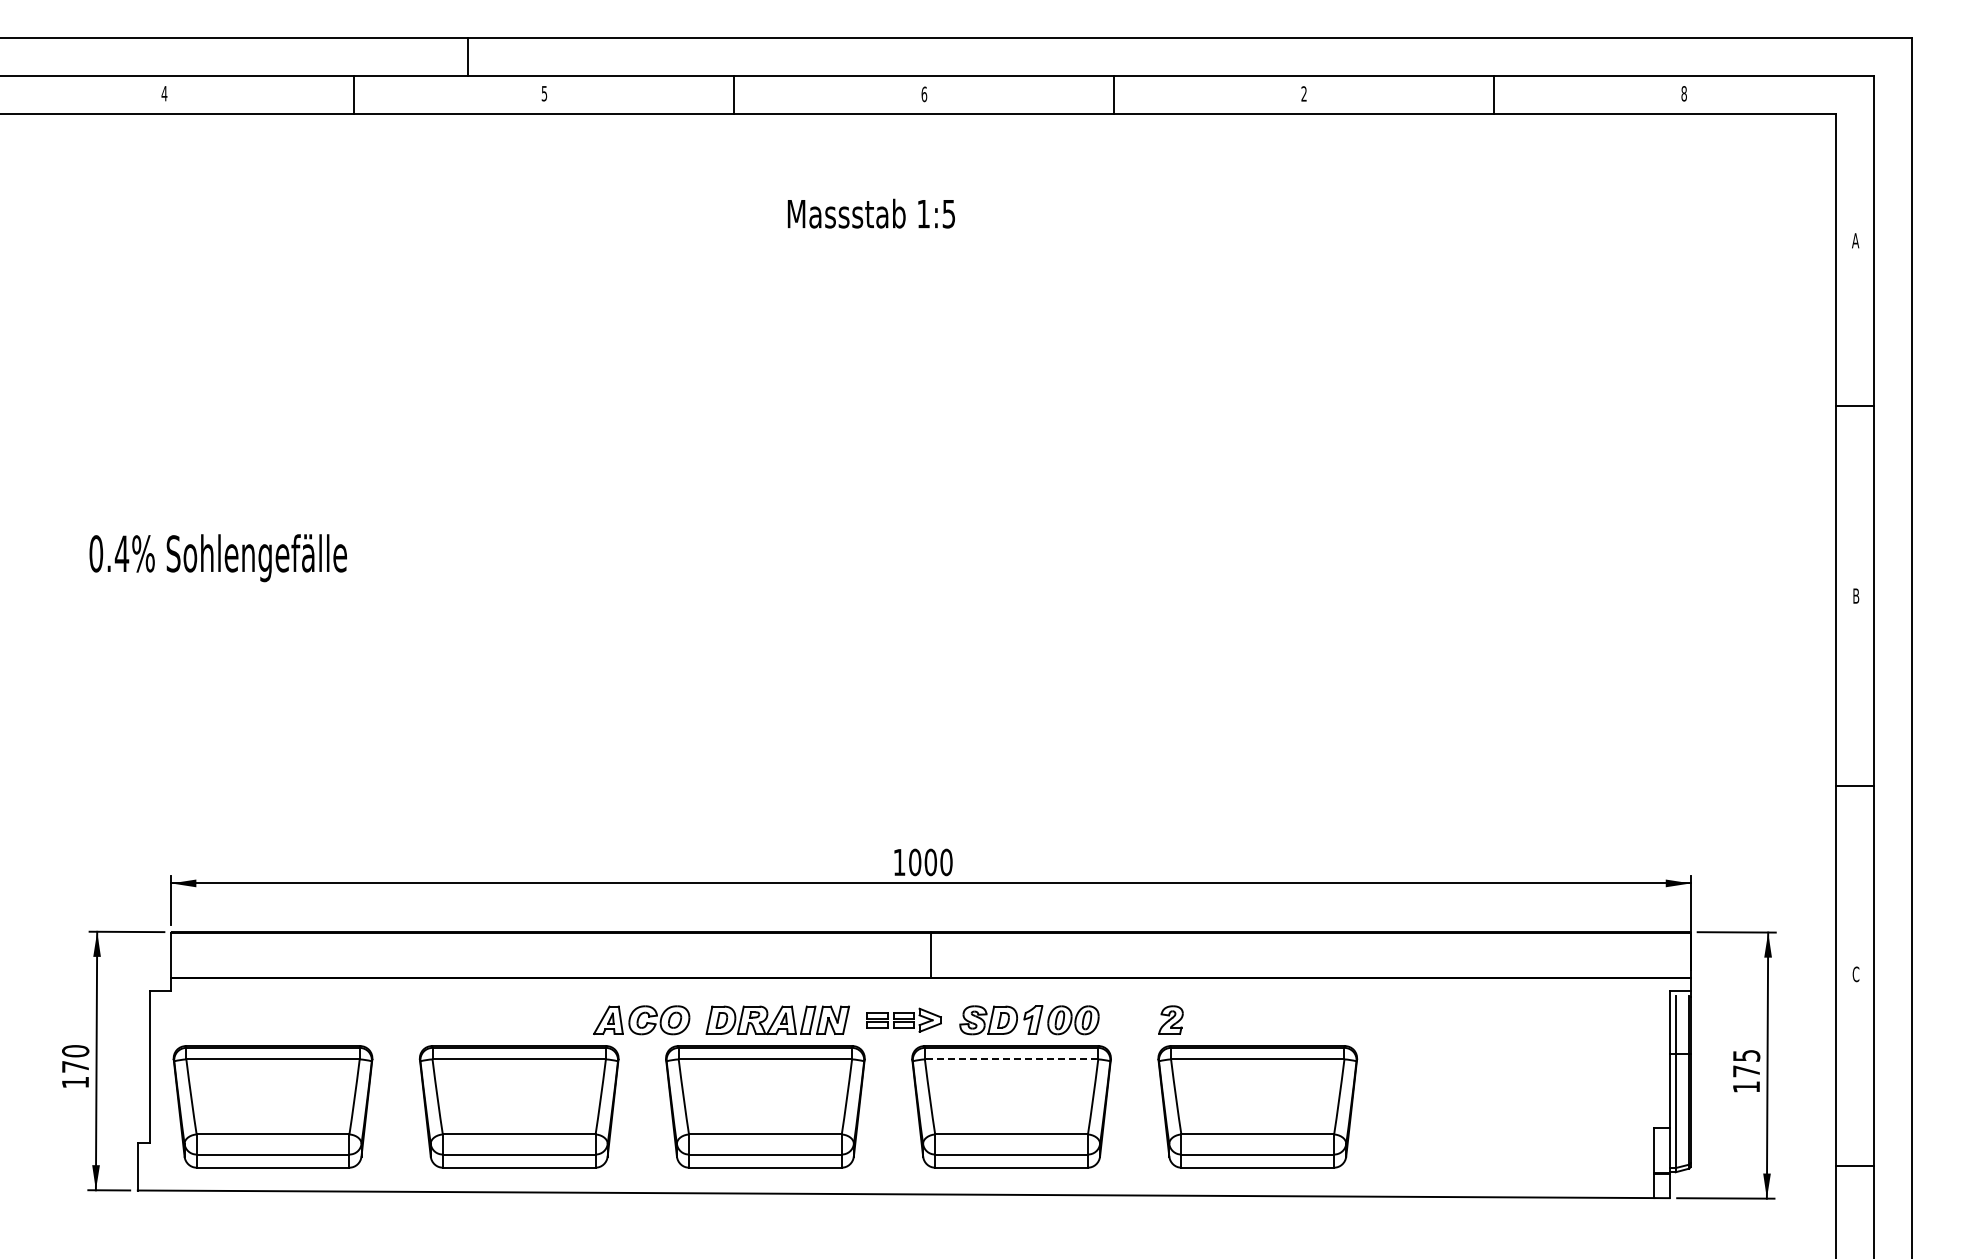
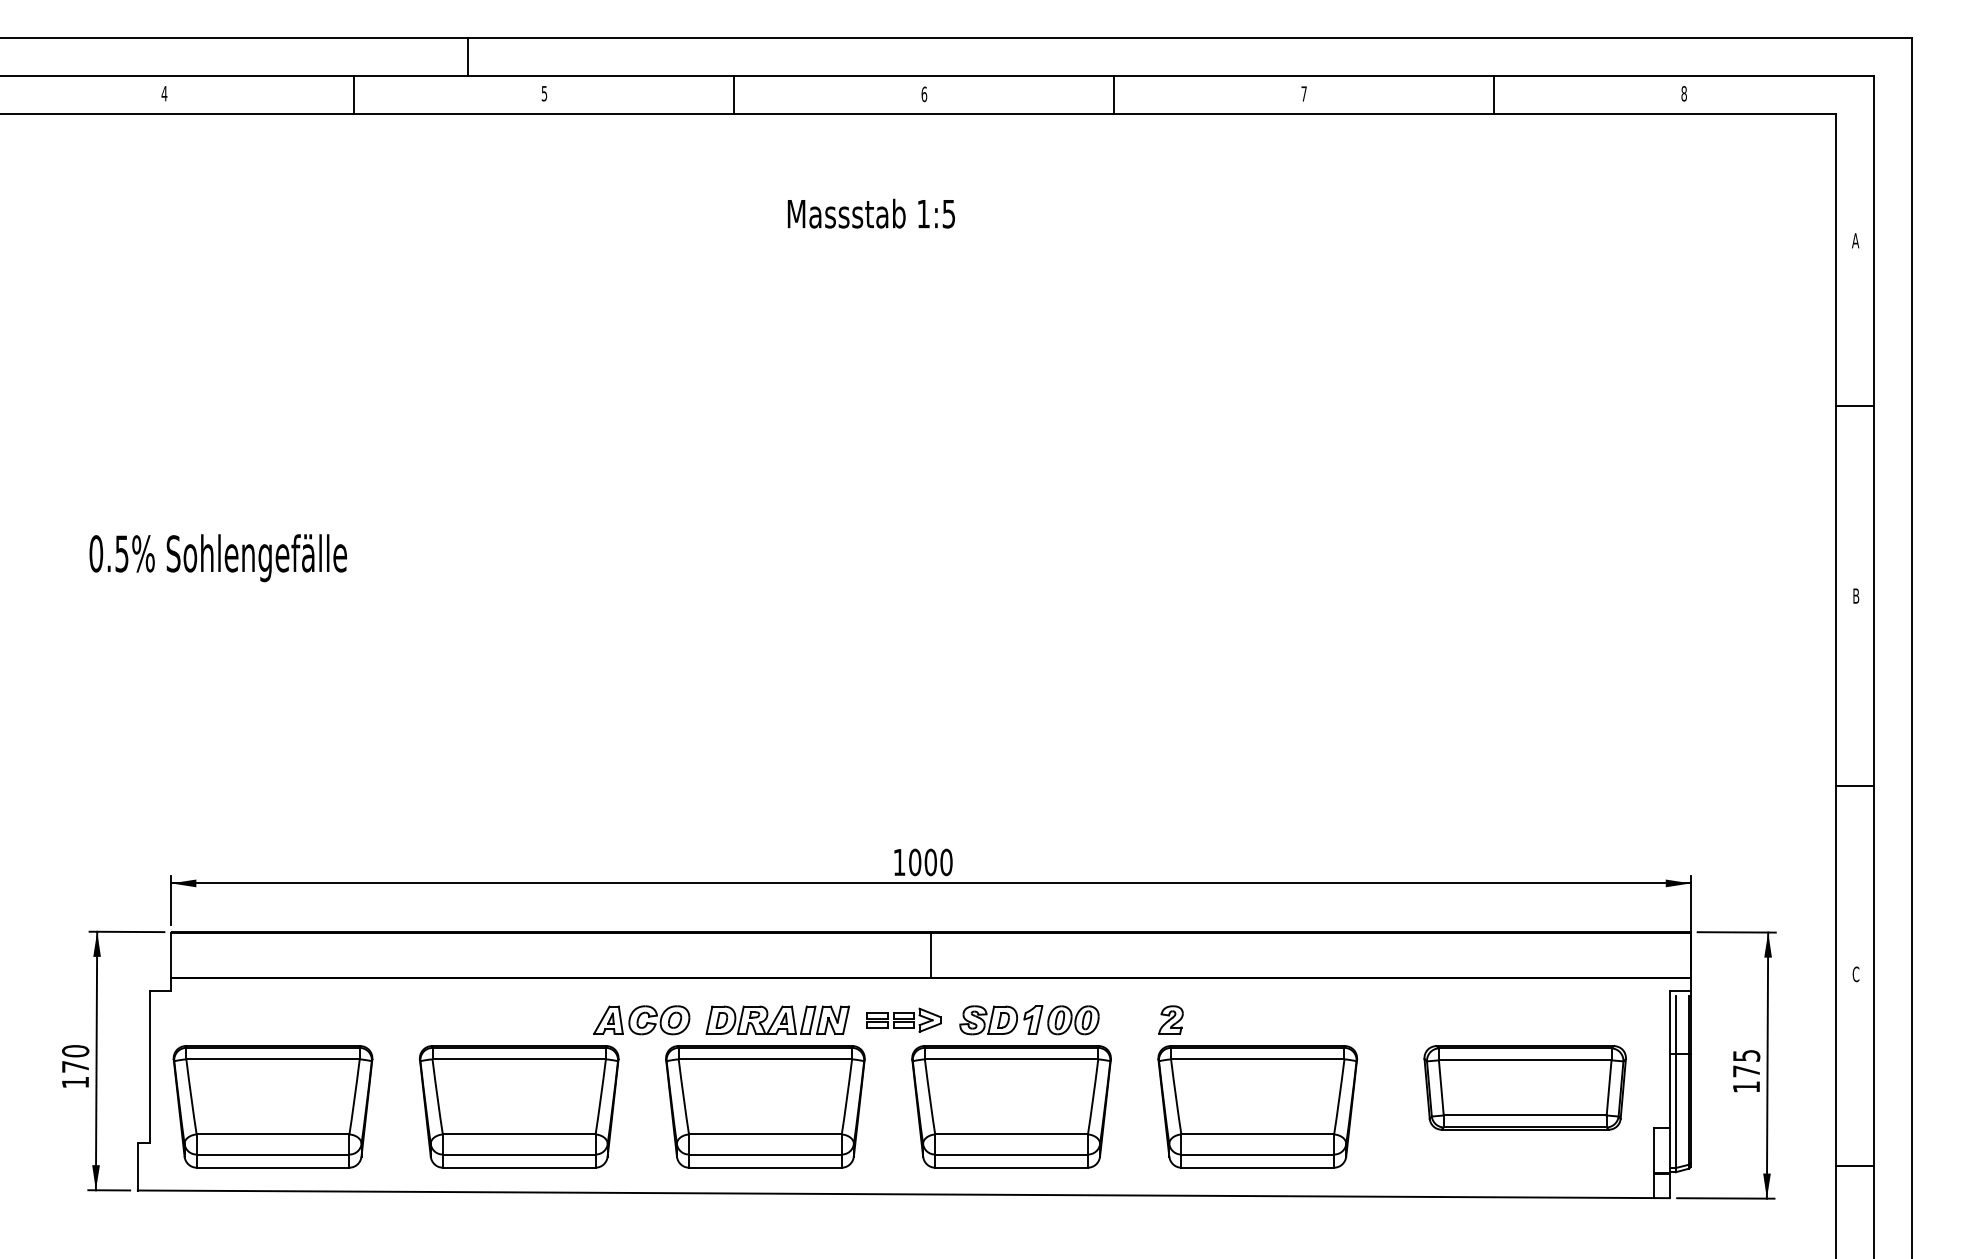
text at (1303, 93): 2 -> 7
text at (121, 553): 0.4% -> 0.5%
line at (1011, 1059): dashed -> solid
part at (1524, 1087): none -> present
